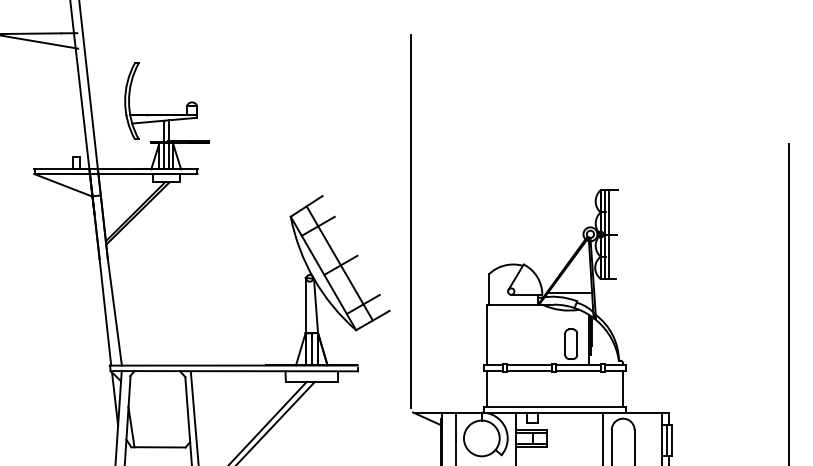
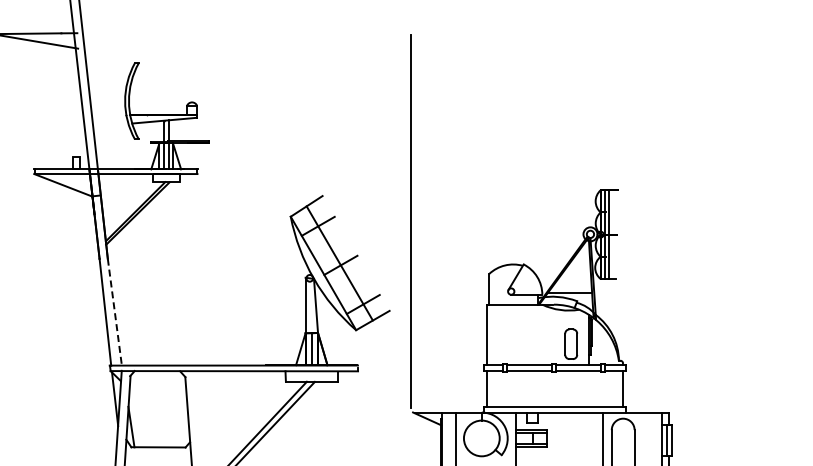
line at (788, 303): present -> none
line at (114, 312): solid -> dashed
line at (194, 416): present -> none
